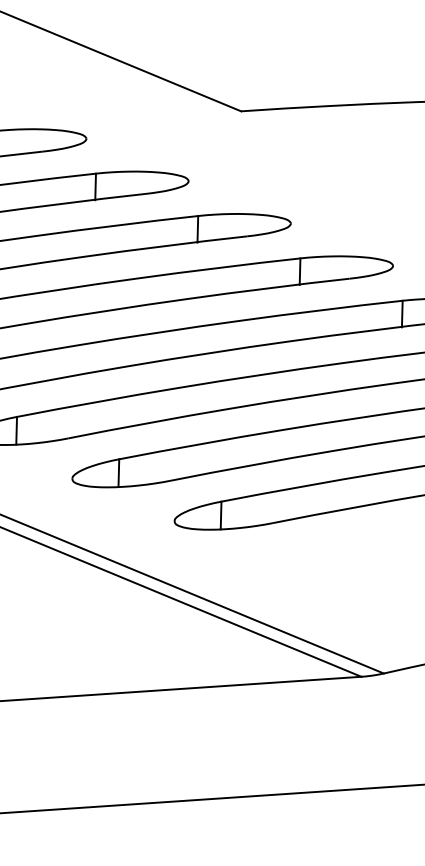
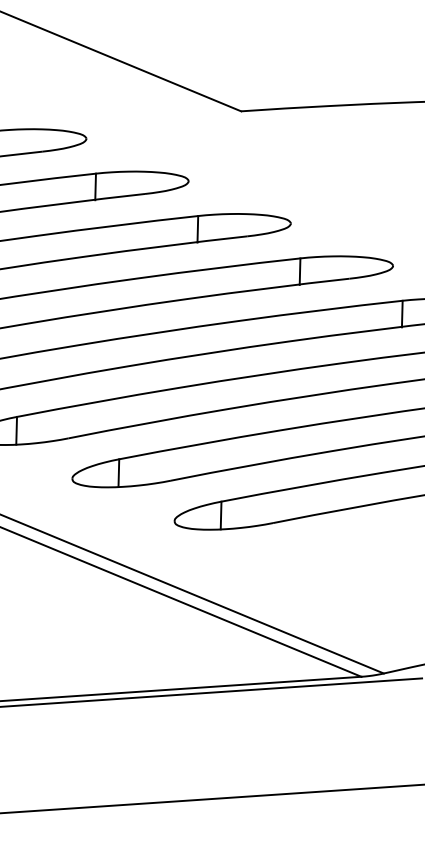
line at (211, 692): none -> present
